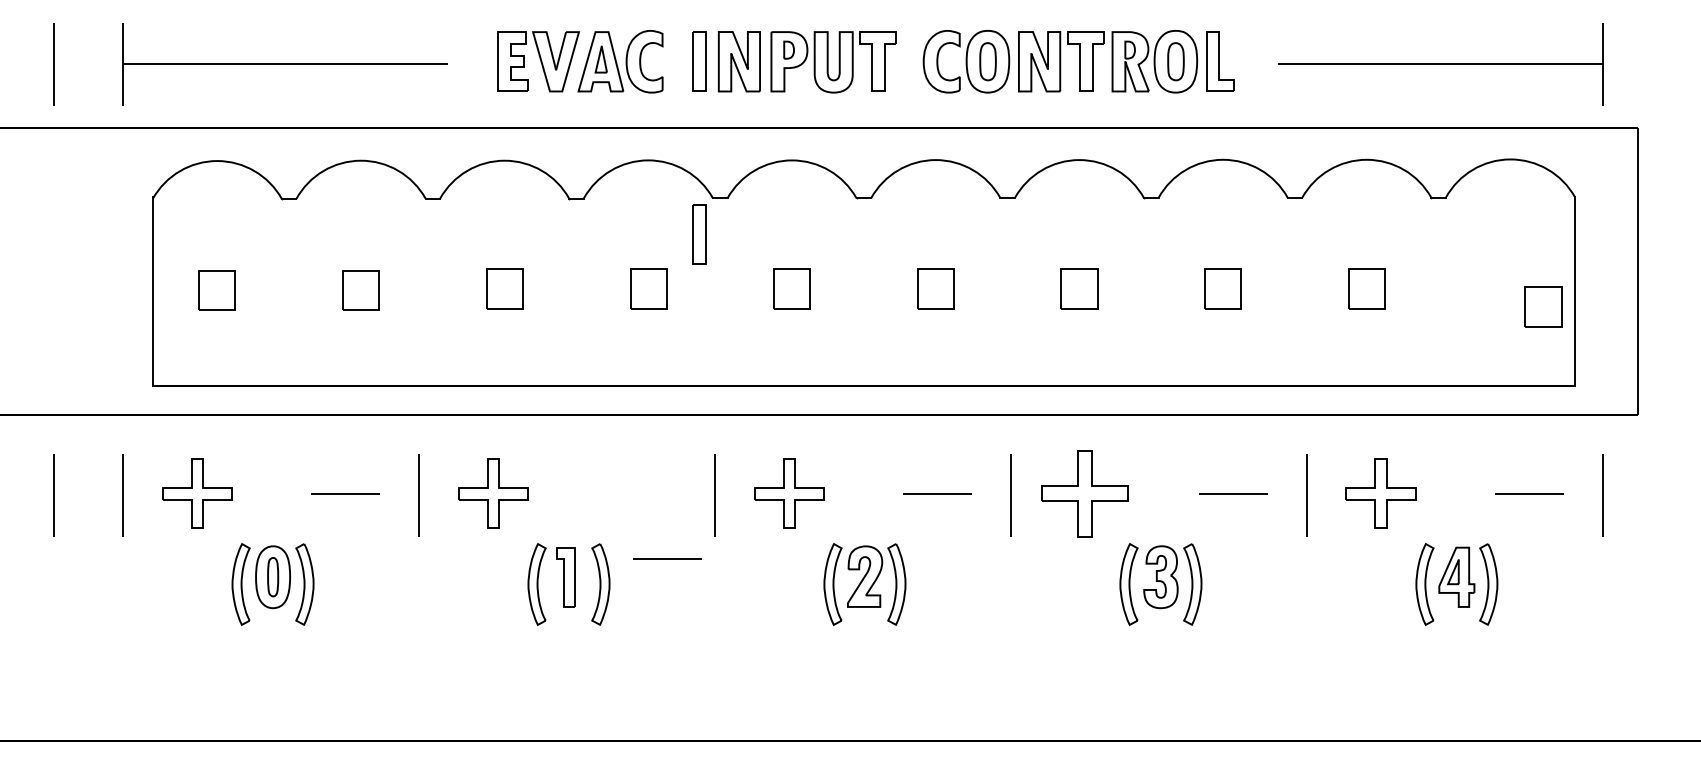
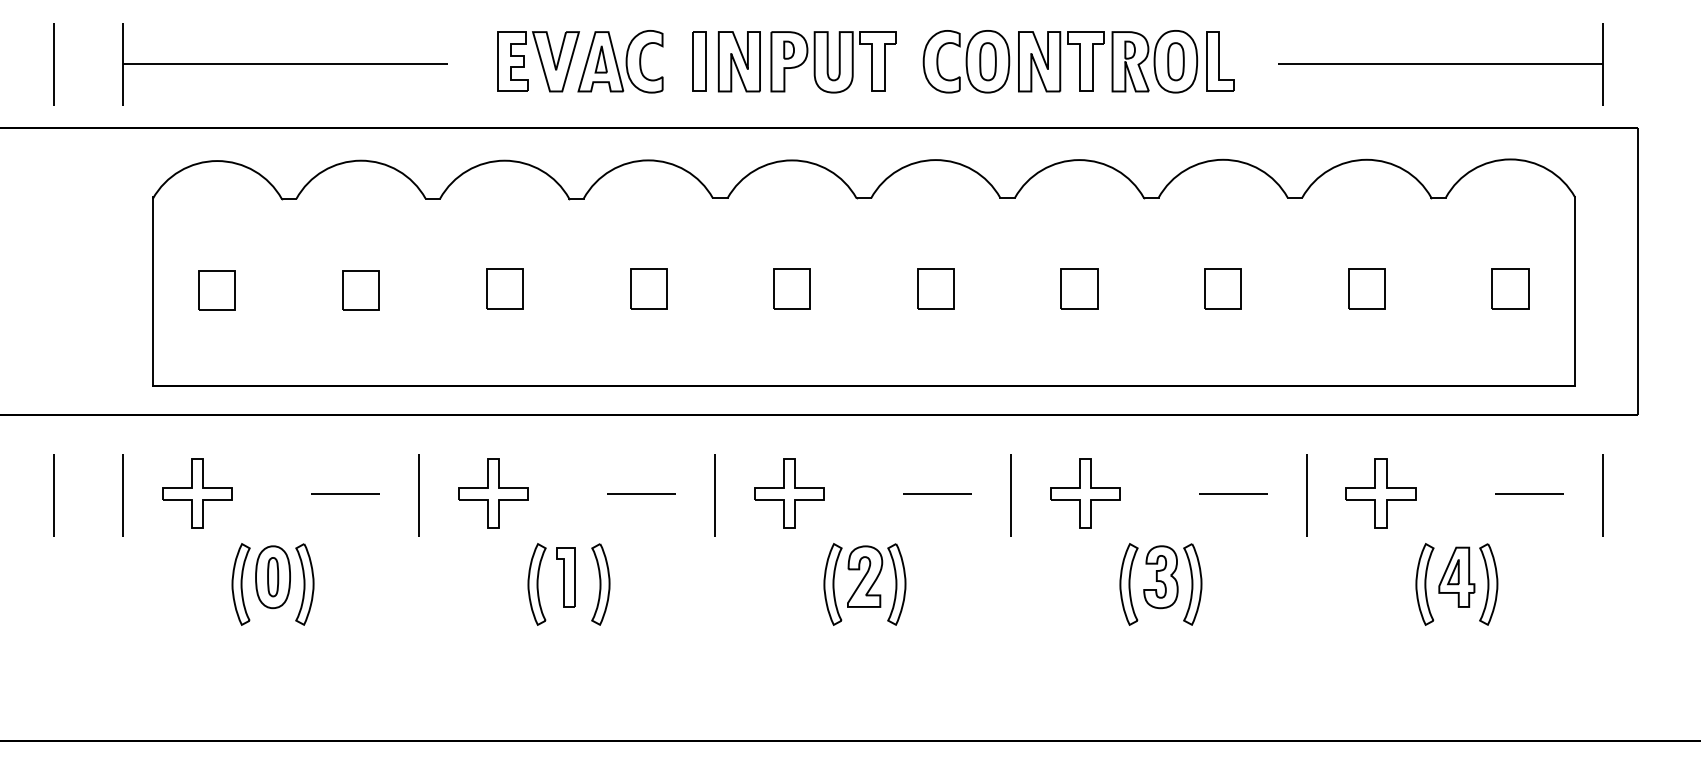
part at (699, 234): present -> none
part at (1543, 306) position: (1543, 306) -> (1510, 288)
part at (1084, 493) size: 88x88 px -> 71x71 px
line at (667, 558) position: (667, 558) -> (641, 493)
